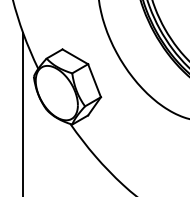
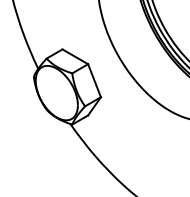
line at (23, 112): present -> none
